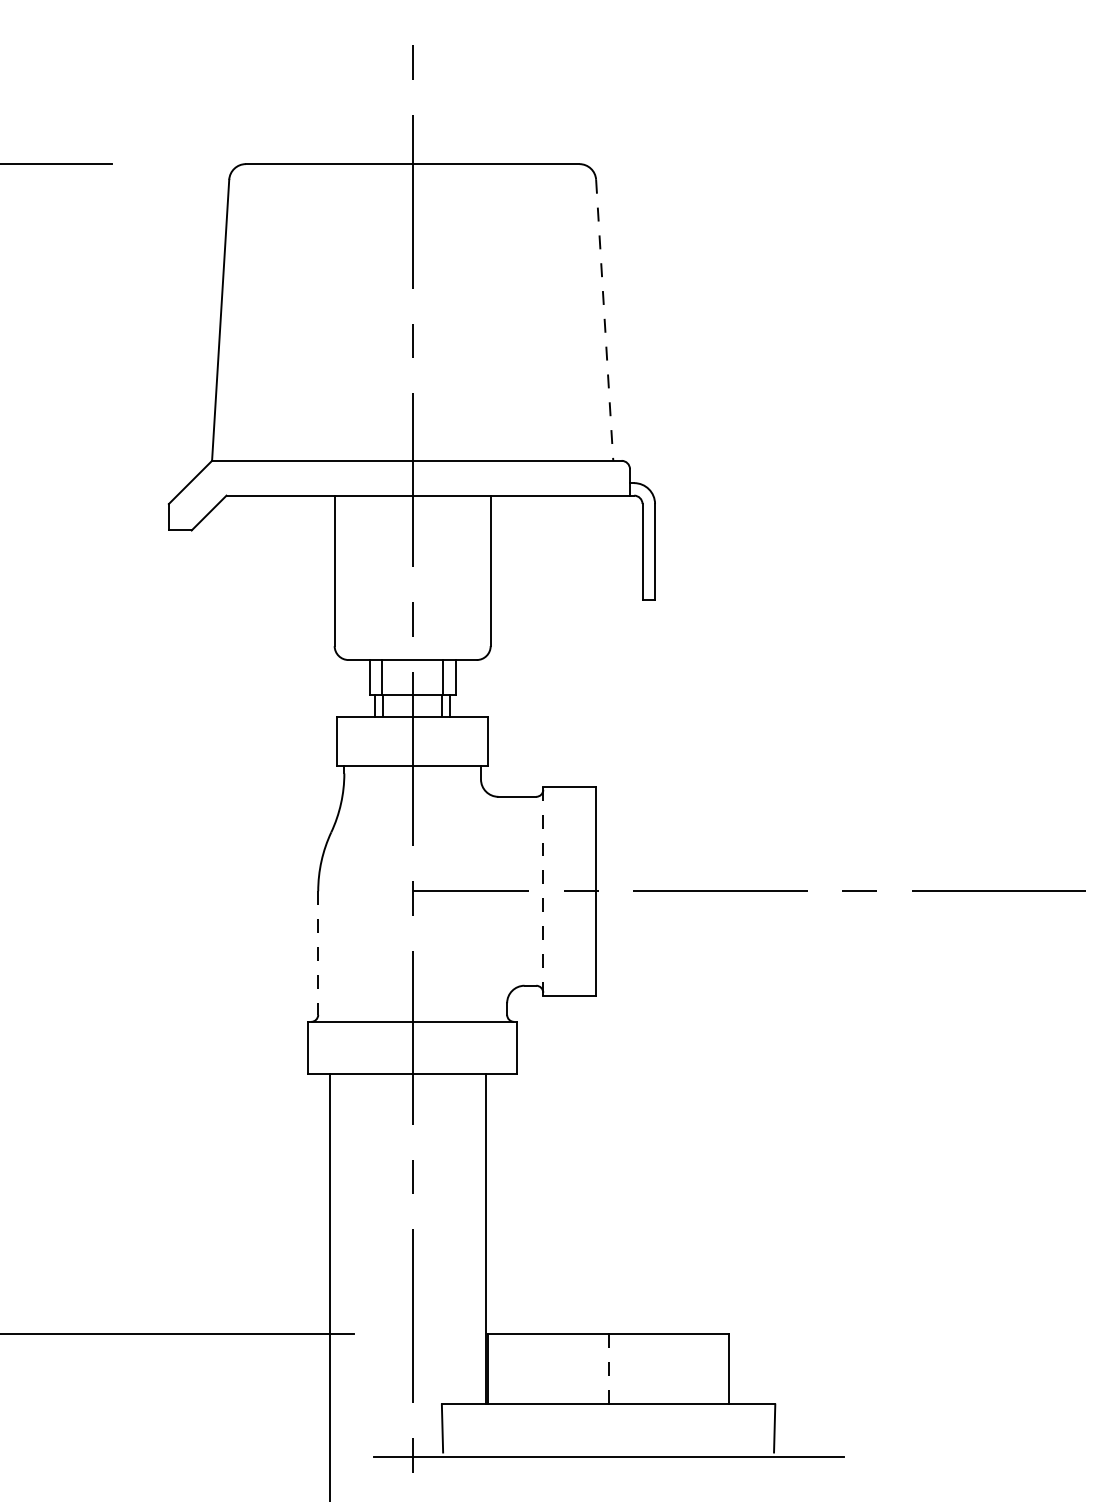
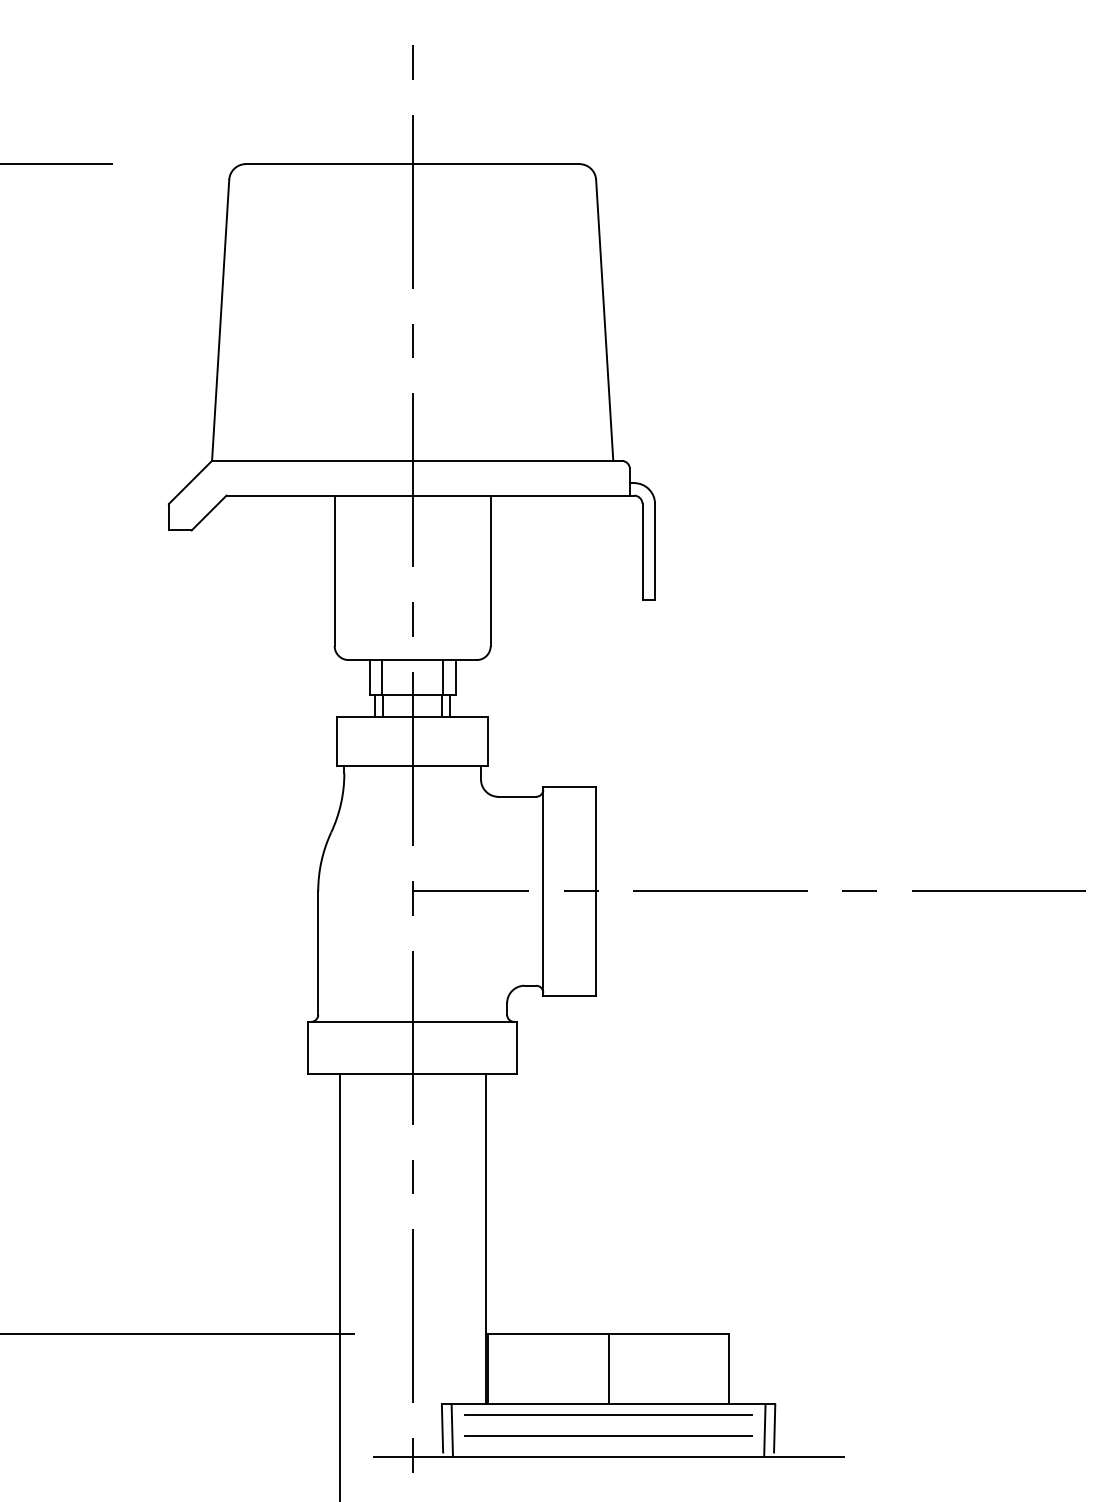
line at (604, 320): dashed -> solid
line at (543, 890): dashed -> solid
line at (318, 953): dashed -> solid
line at (329, 1286) position: (329, 1286) -> (339, 1286)
line at (608, 1368): dashed -> solid
line at (608, 1414): none -> present
line at (452, 1429): none -> present
line at (764, 1429): none -> present
line at (608, 1435): none -> present
